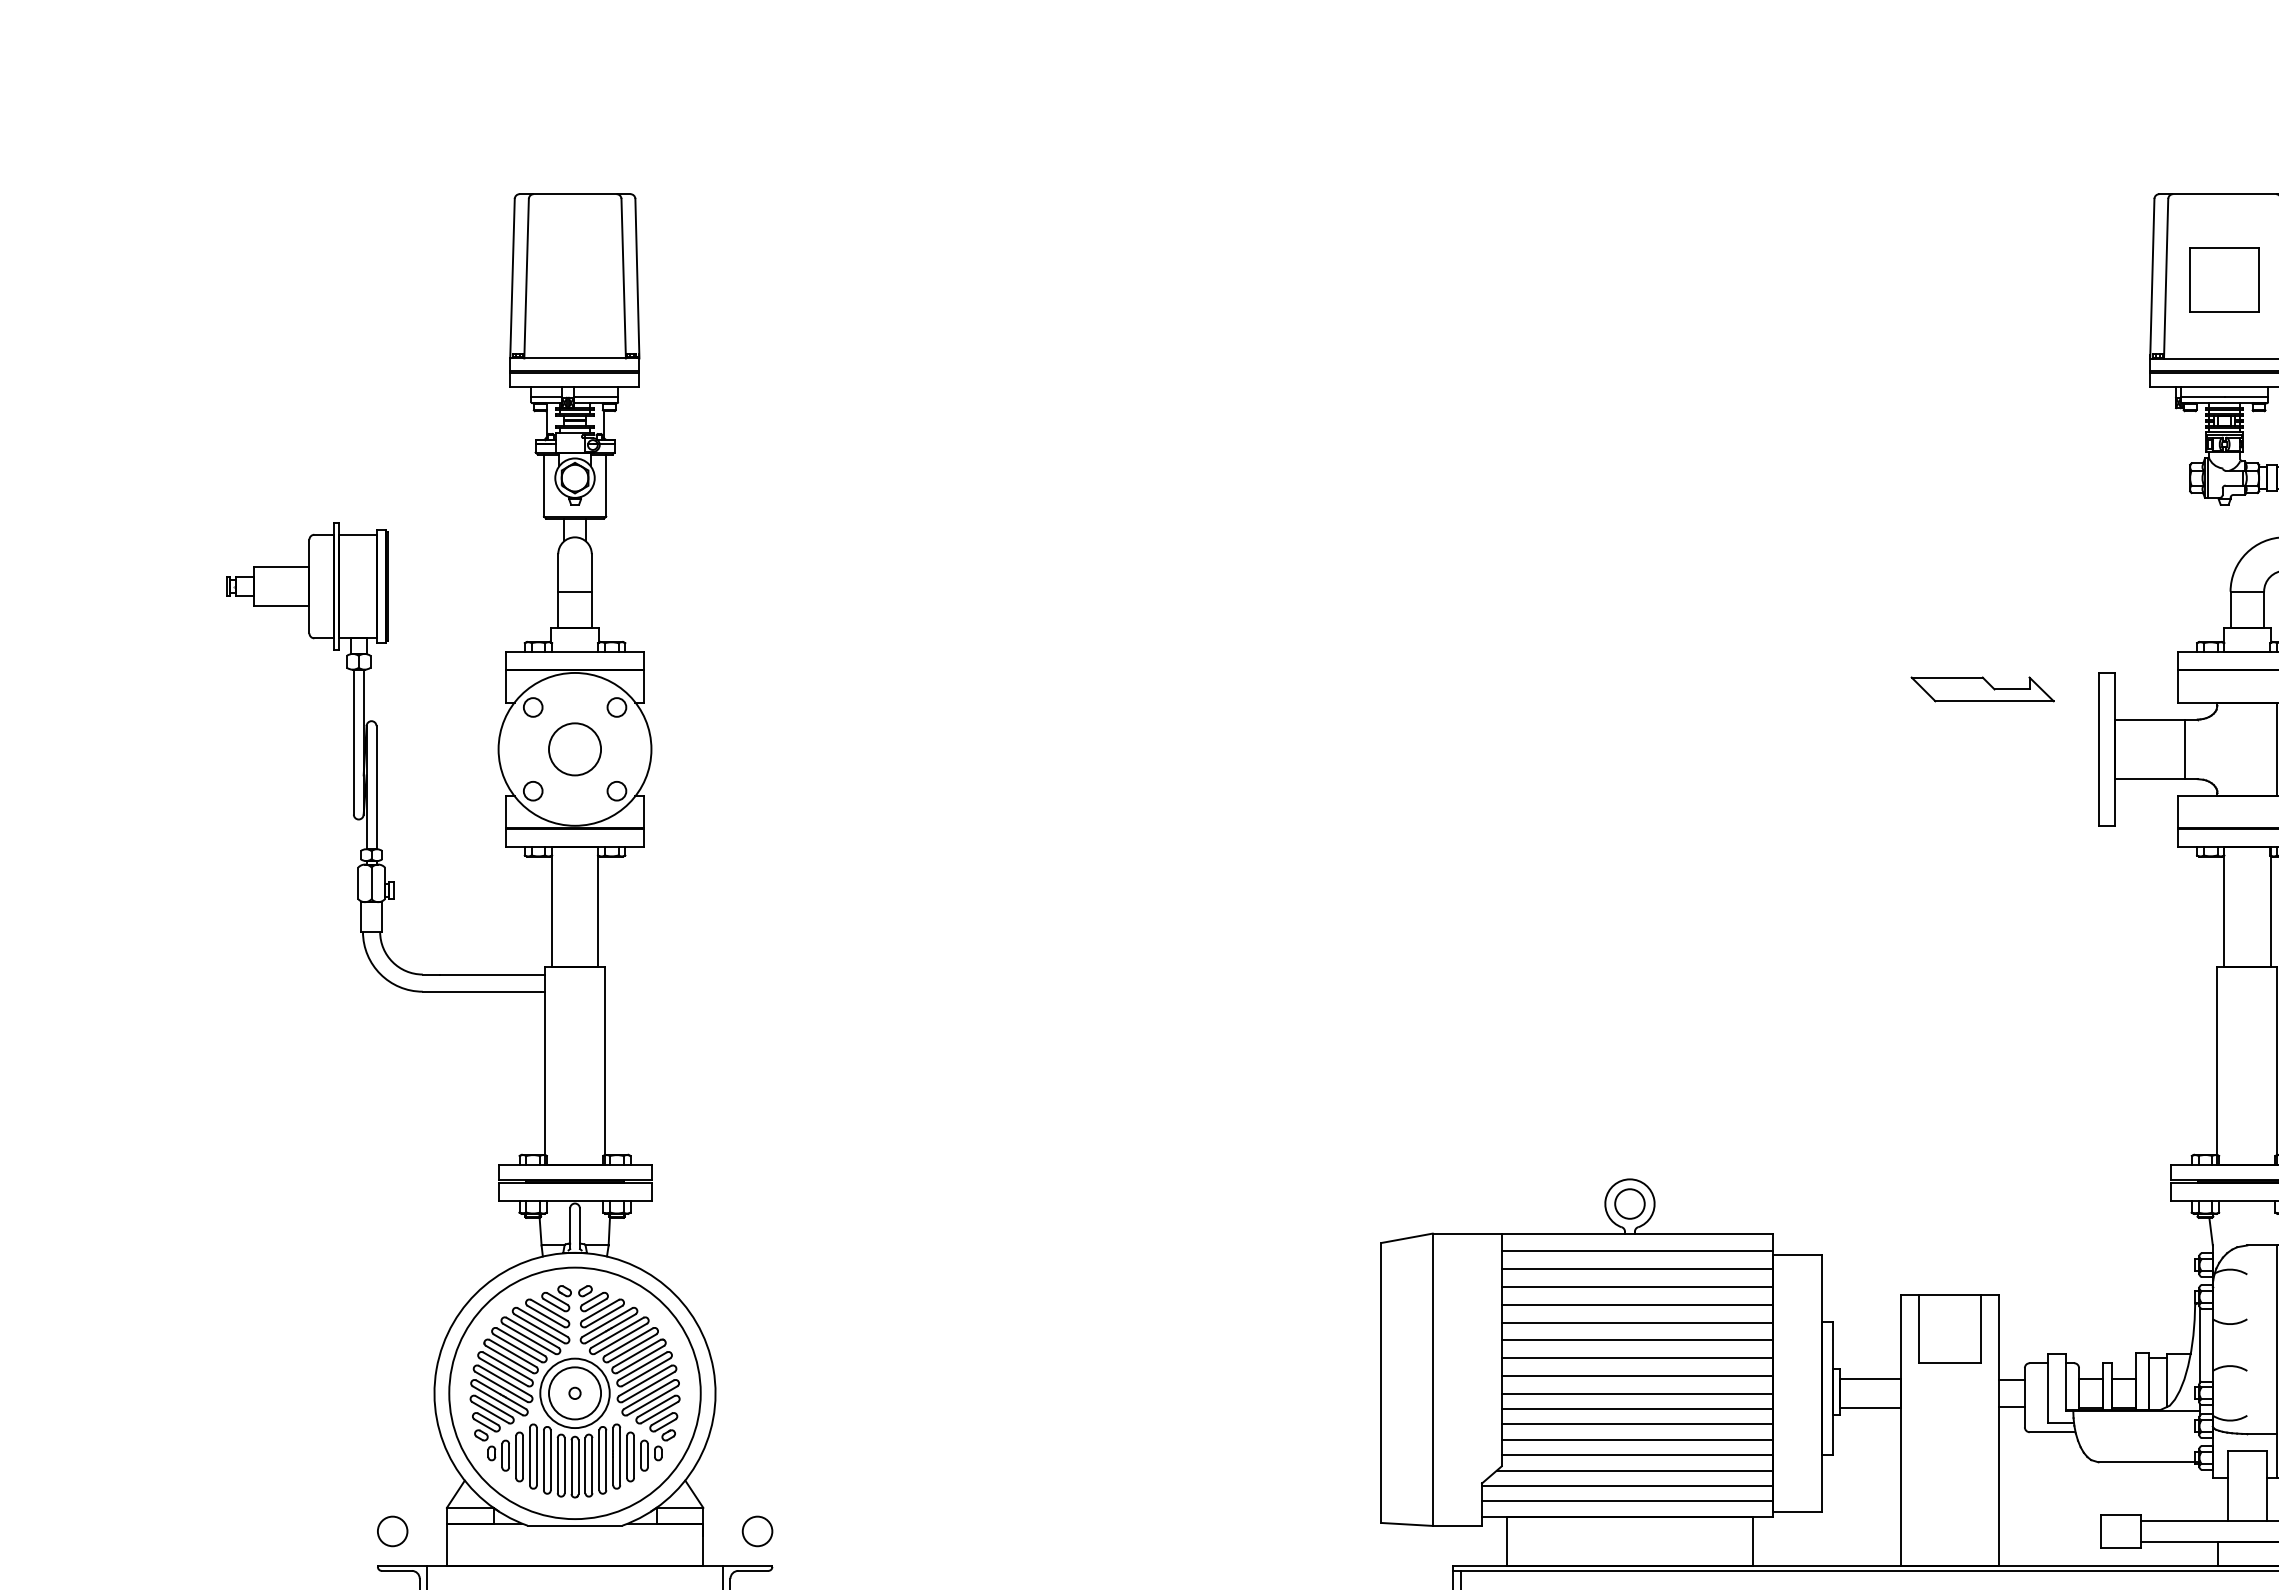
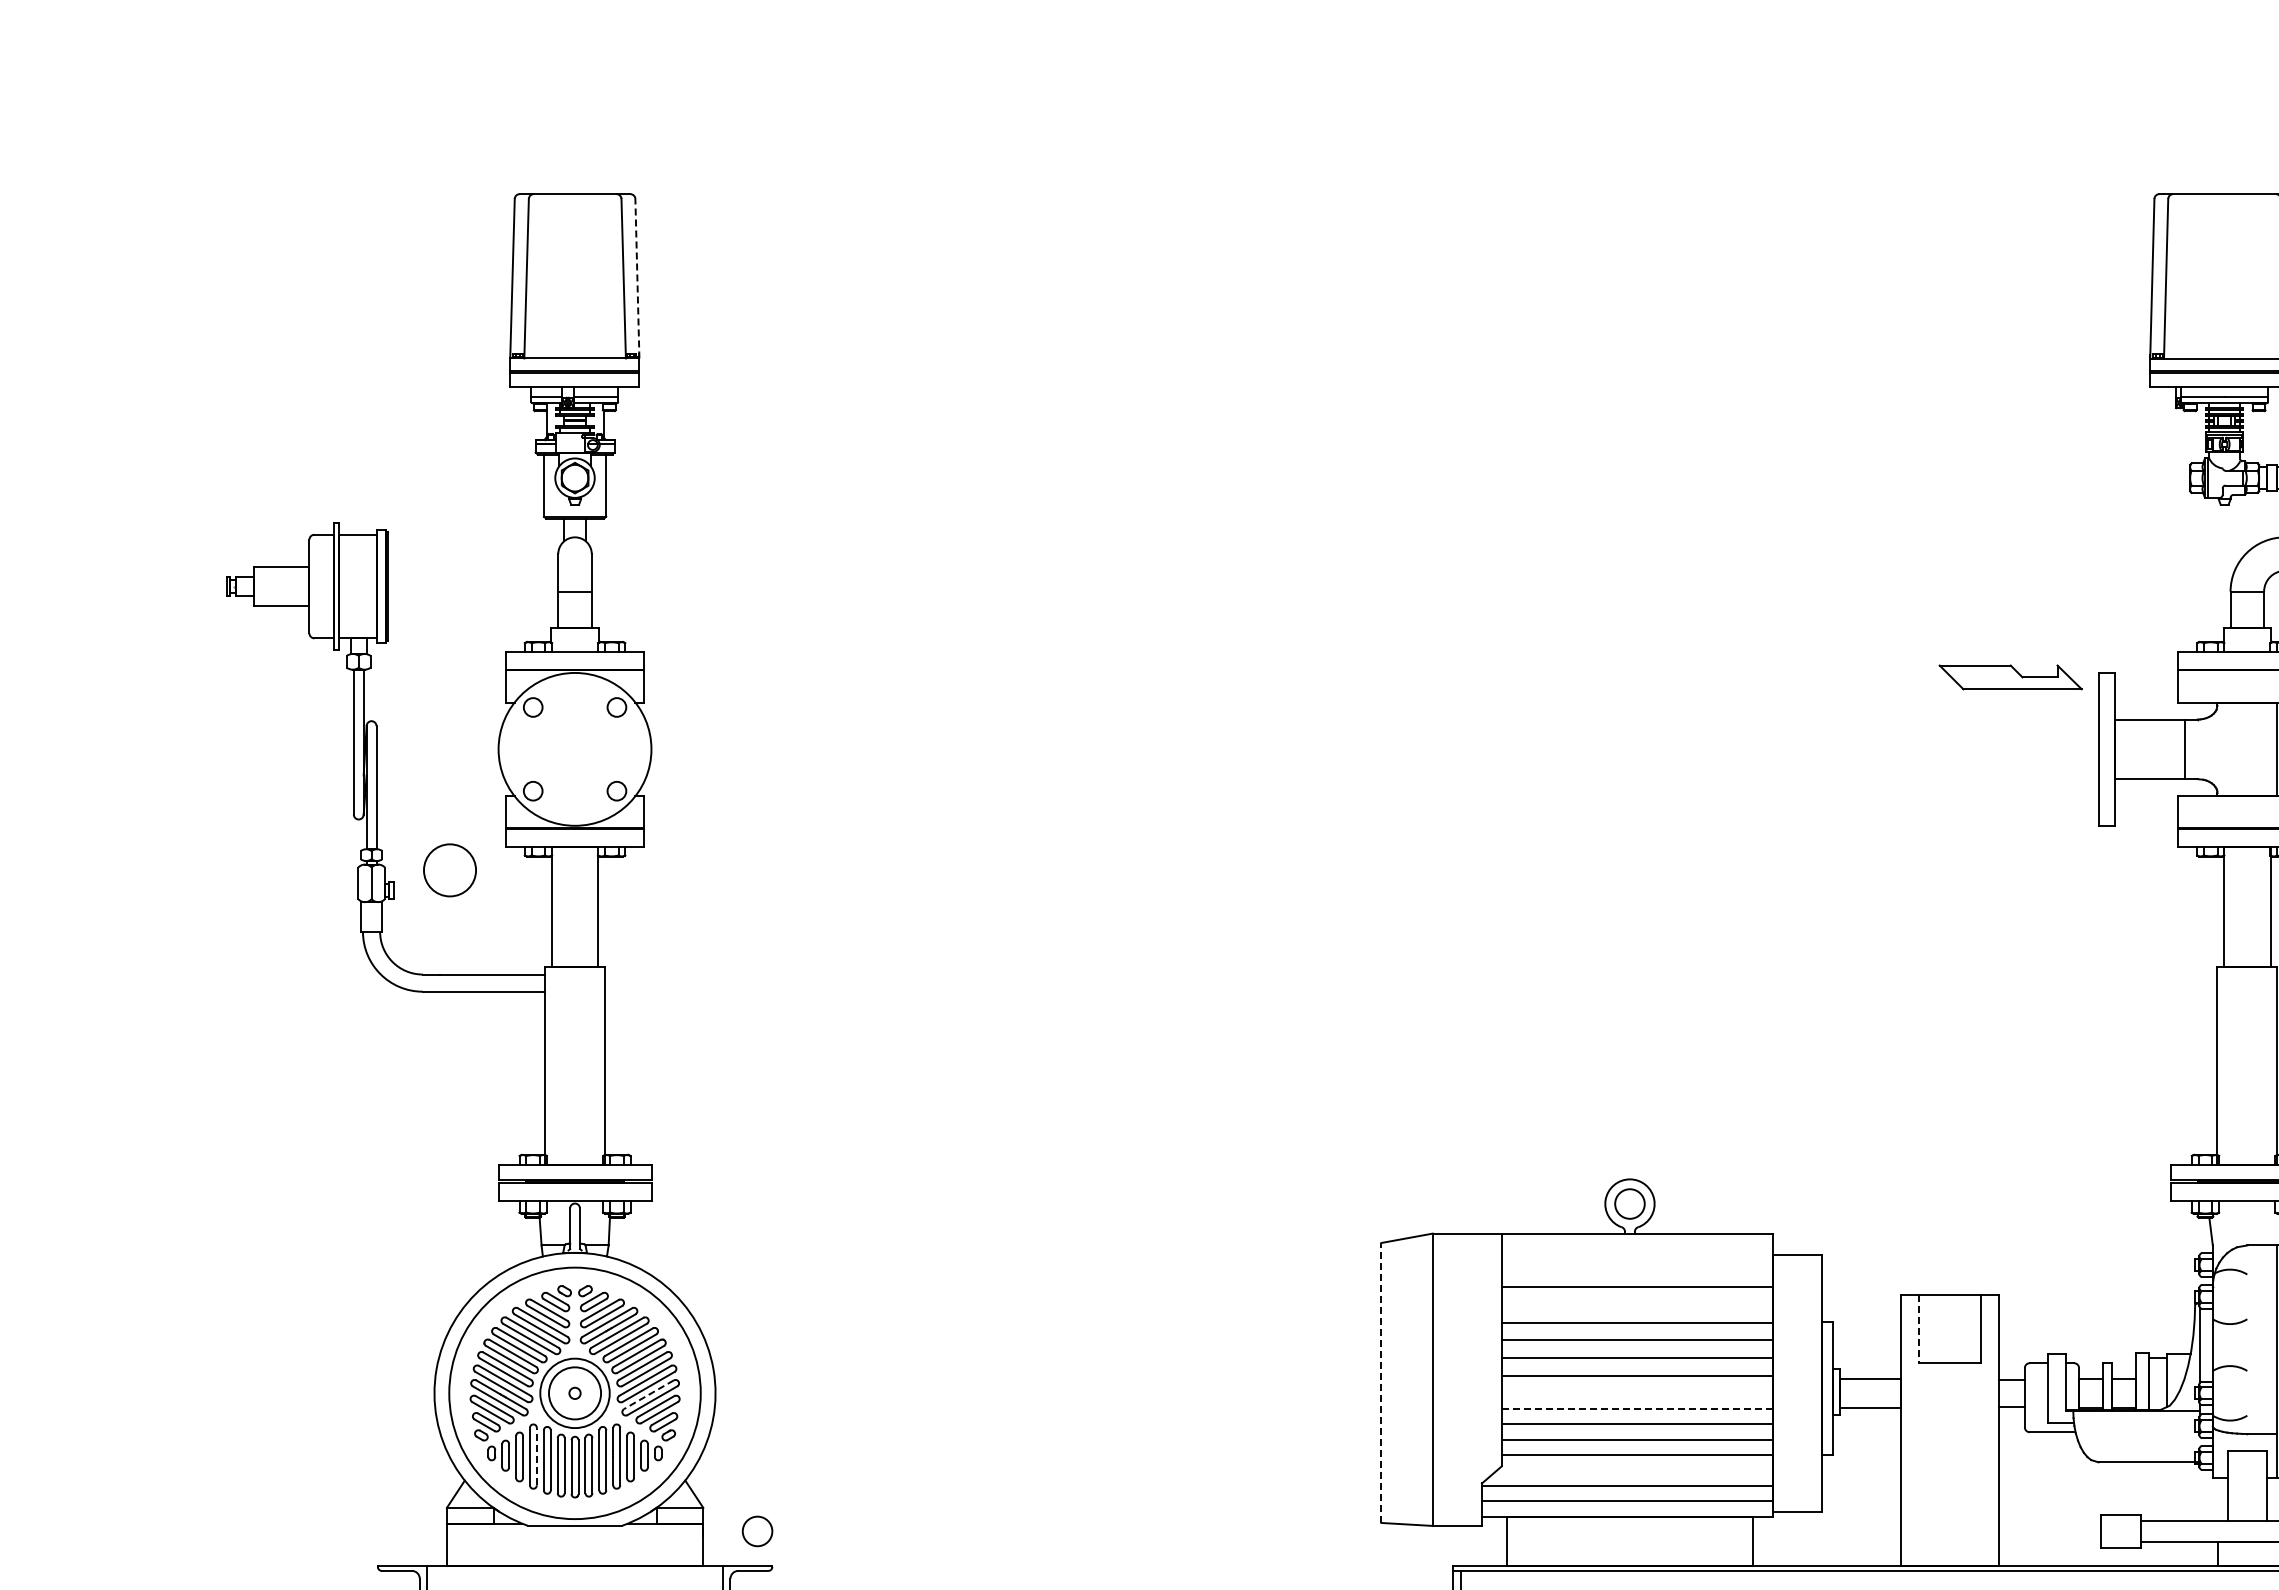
line at (637, 278): solid -> dashed
part at (2224, 279): present -> none
part at (1982, 689) position: (1982, 689) -> (2010, 677)
circle at (574, 749) position: (574, 749) -> (449, 870)
line at (1636, 1251): present -> none
line at (1636, 1269): present -> none
line at (1636, 1304): present -> none
line at (1918, 1328): solid -> dashed
line at (1381, 1382): solid -> dashed
line at (1636, 1393): present -> none
line at (648, 1394): solid -> dashed
line at (1637, 1409): solid -> dashed
line at (536, 1456): solid -> dashed
line at (1634, 1470): present -> none
circle at (392, 1531): present -> none
